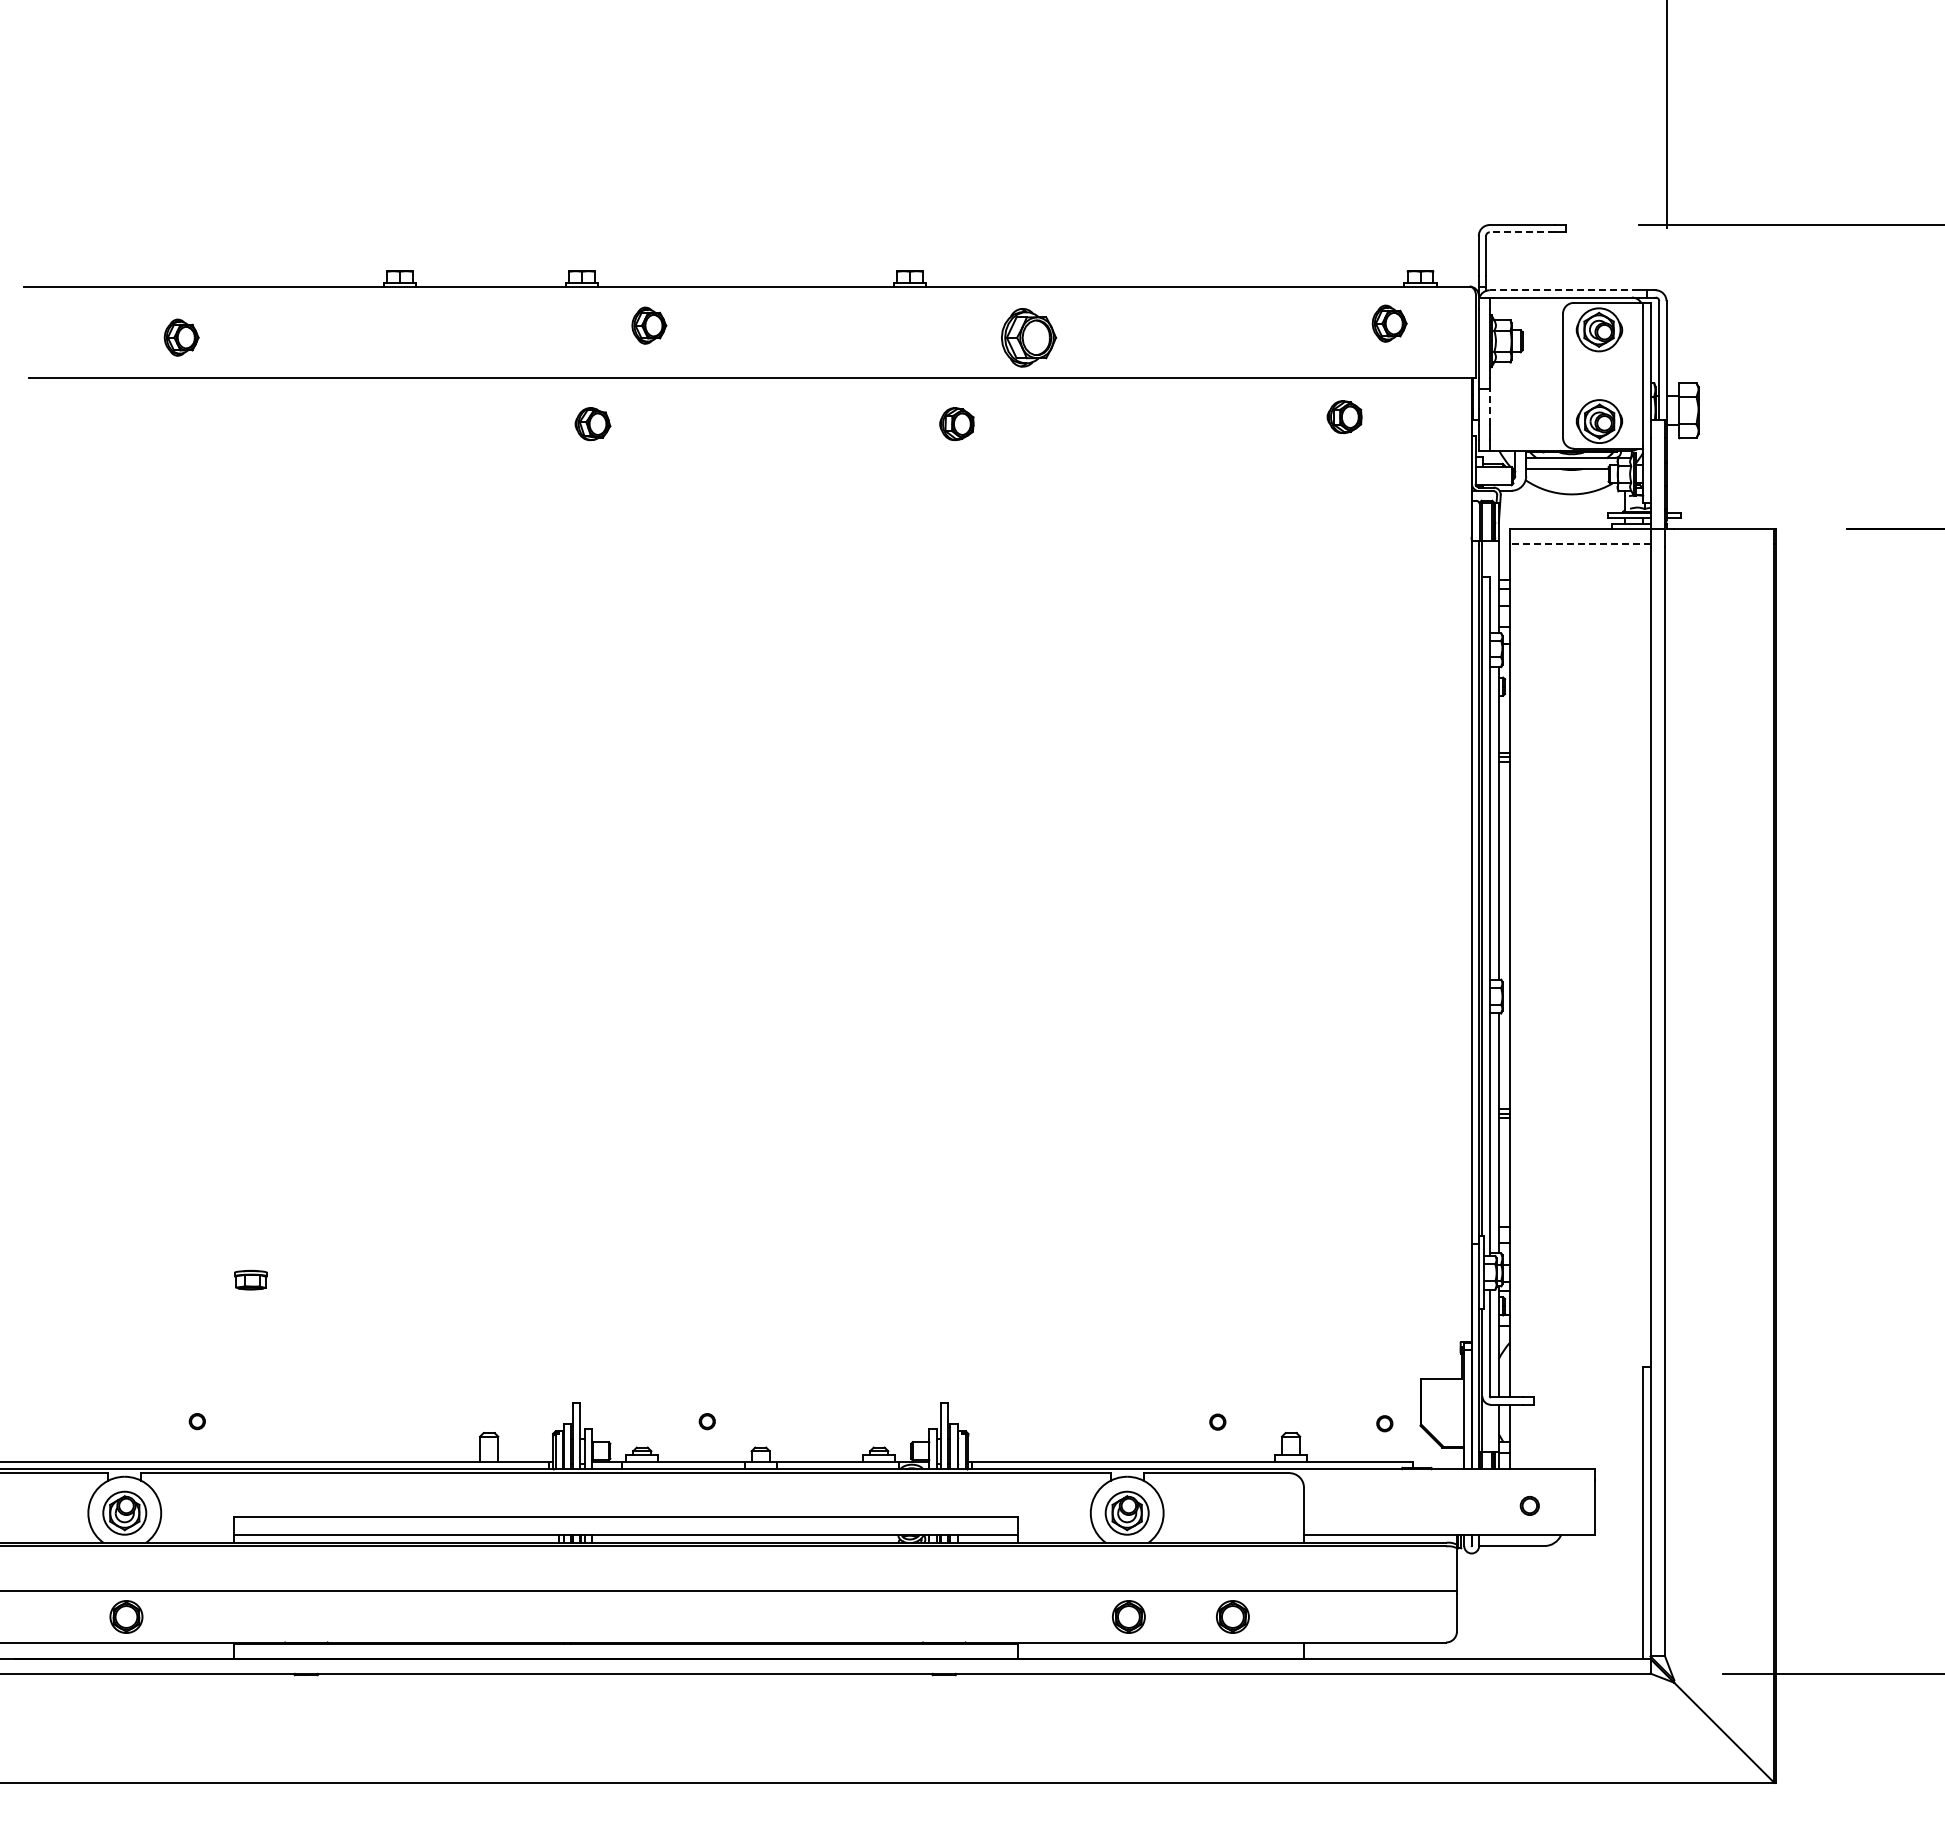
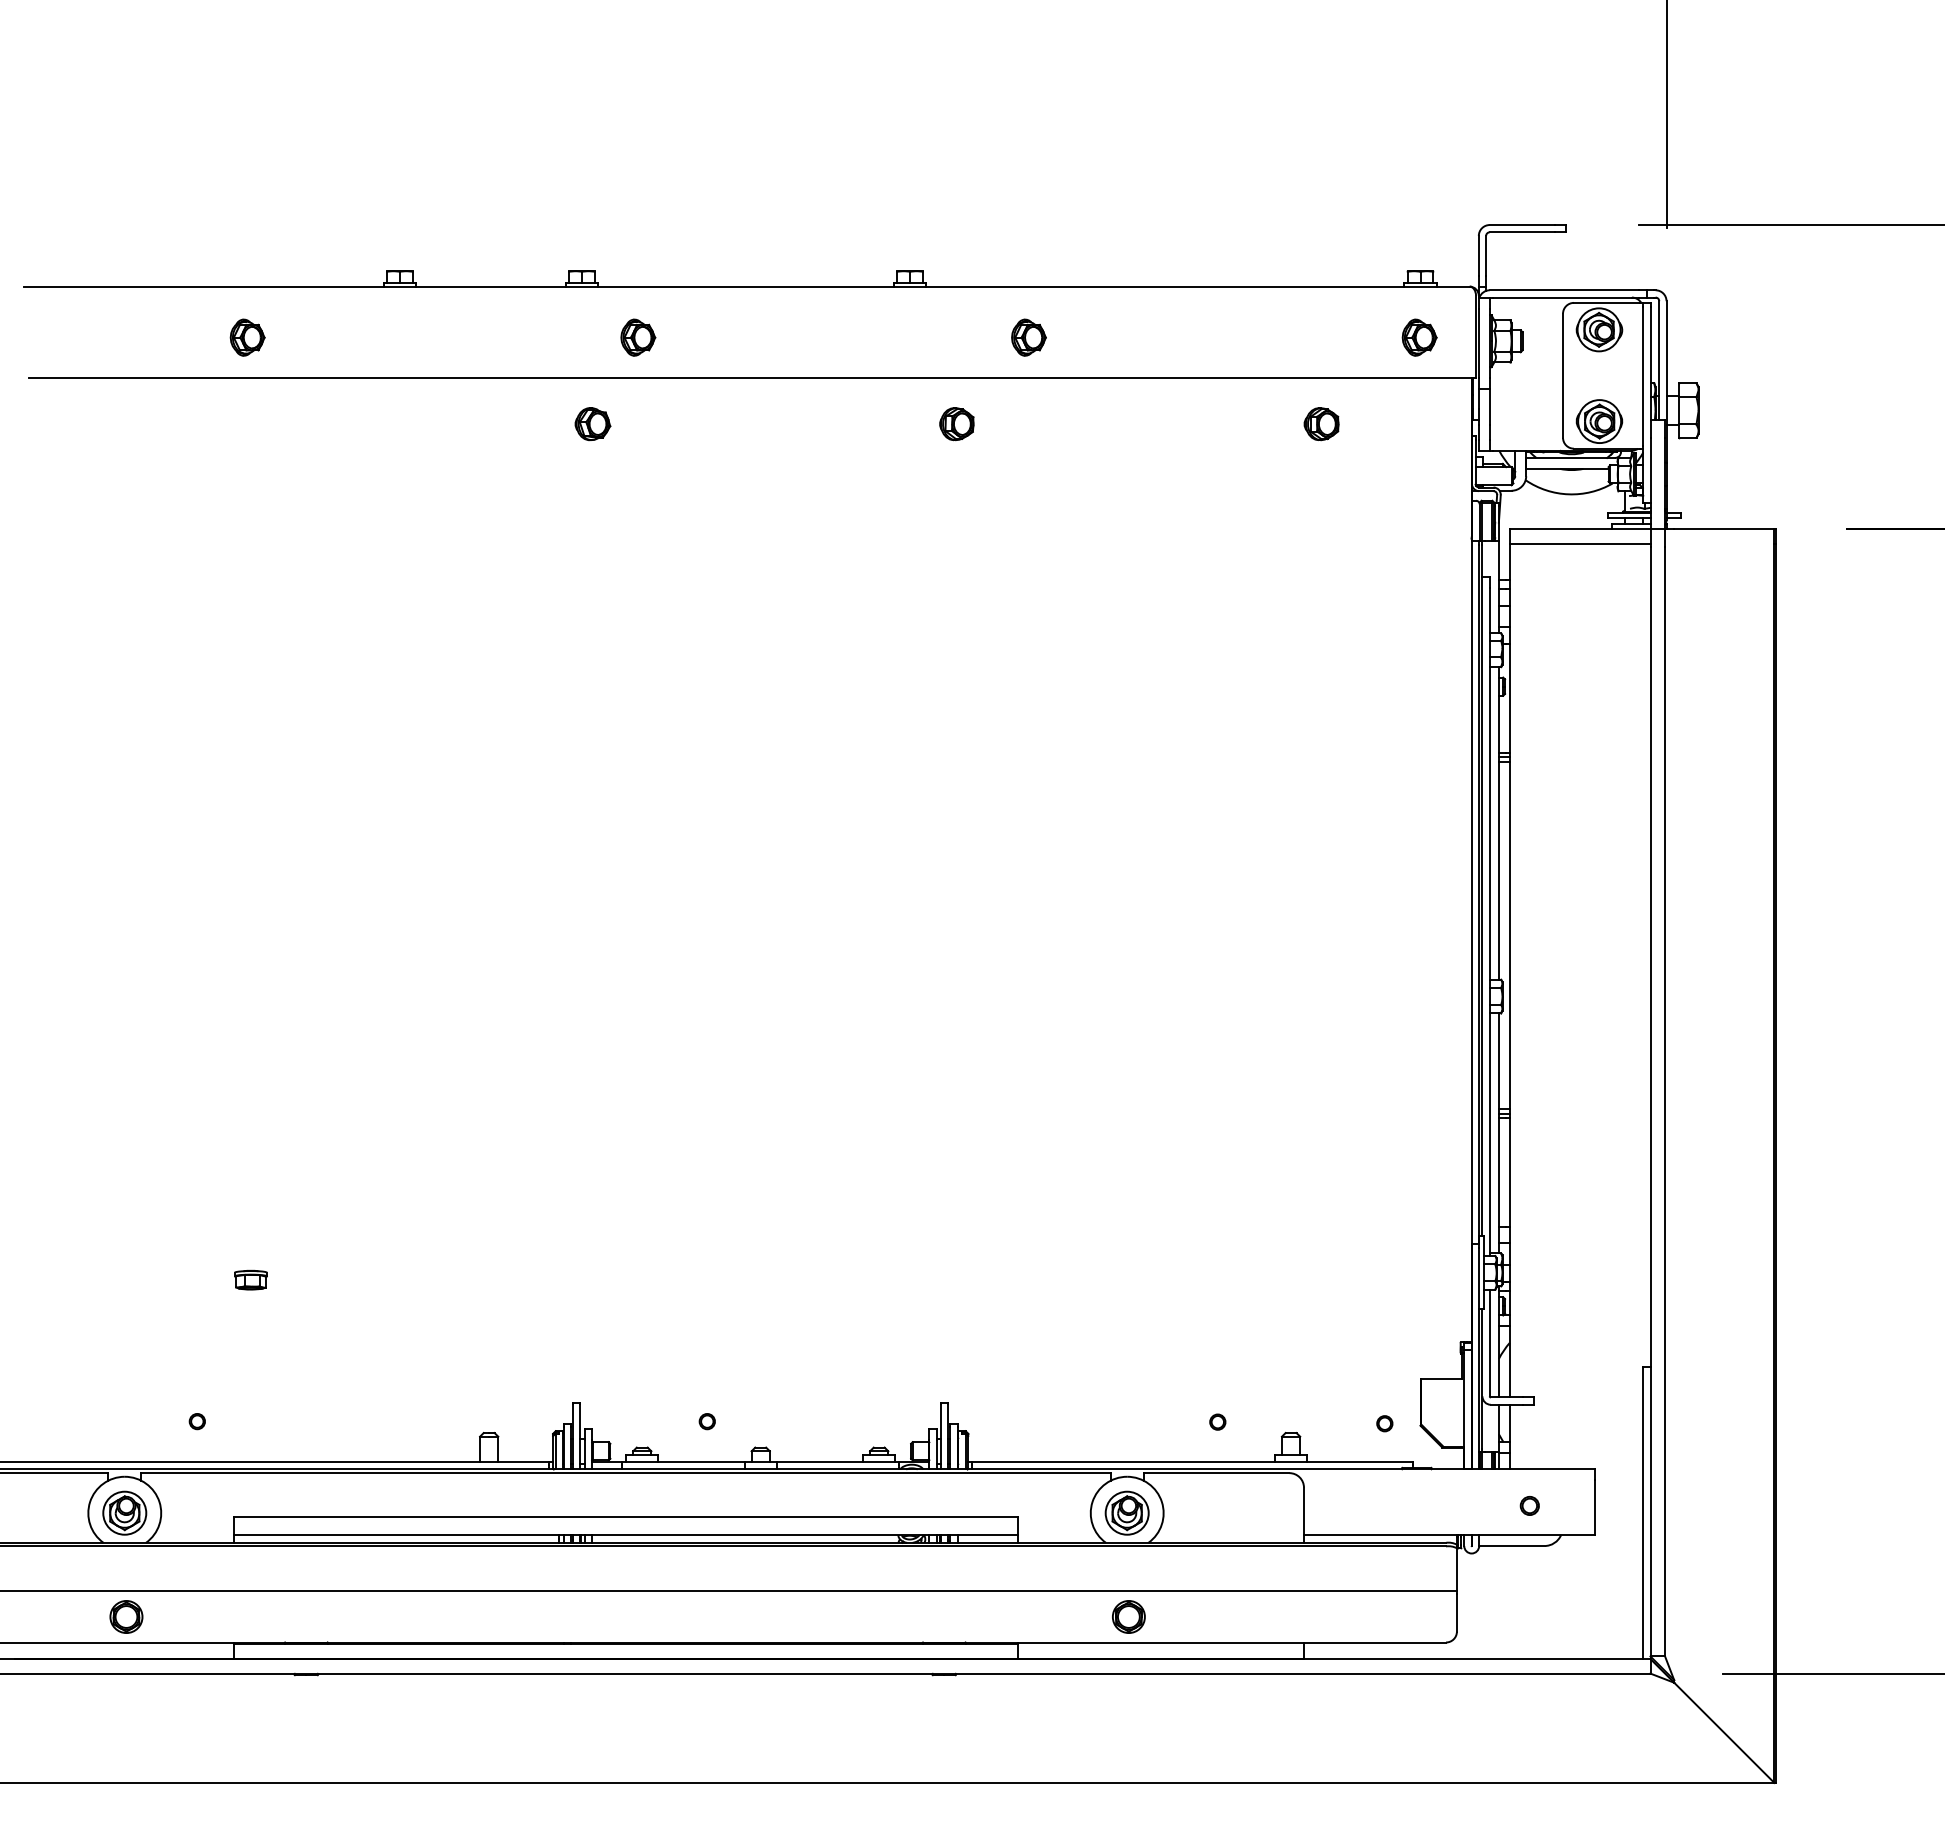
line at (1522, 232): dashed -> solid
line at (1564, 290): dashed -> solid
part at (1389, 323) position: (1389, 323) -> (1419, 337)
part at (649, 325) position: (649, 325) -> (638, 337)
part at (181, 337) position: (181, 337) -> (247, 337)
part at (1029, 337) size: 57x60 px -> 36x39 px
line at (1489, 406): dashed -> solid
part at (1344, 417) position: (1344, 417) -> (1321, 424)
line at (1579, 543): dashed -> solid
part at (1232, 1616): present -> none
